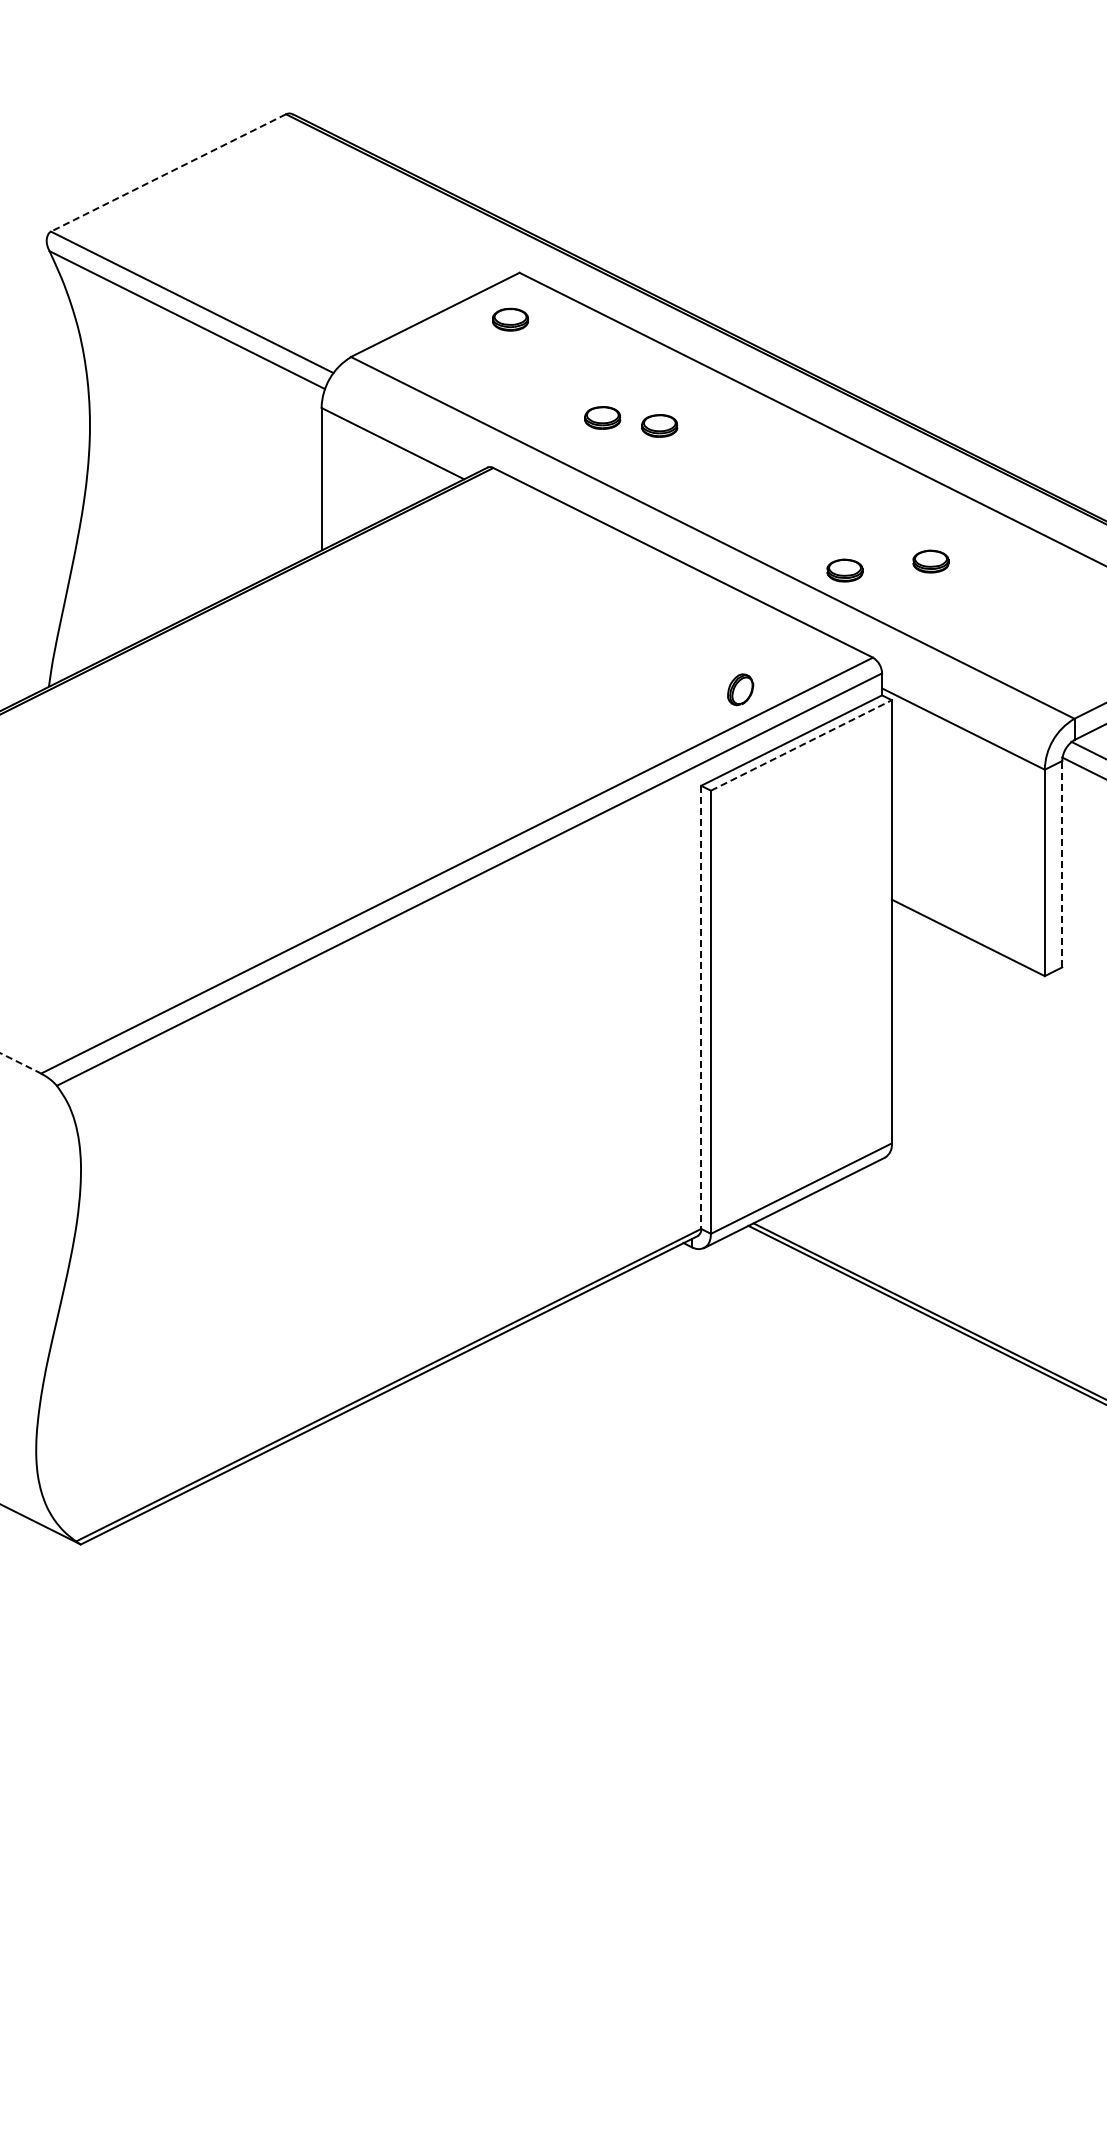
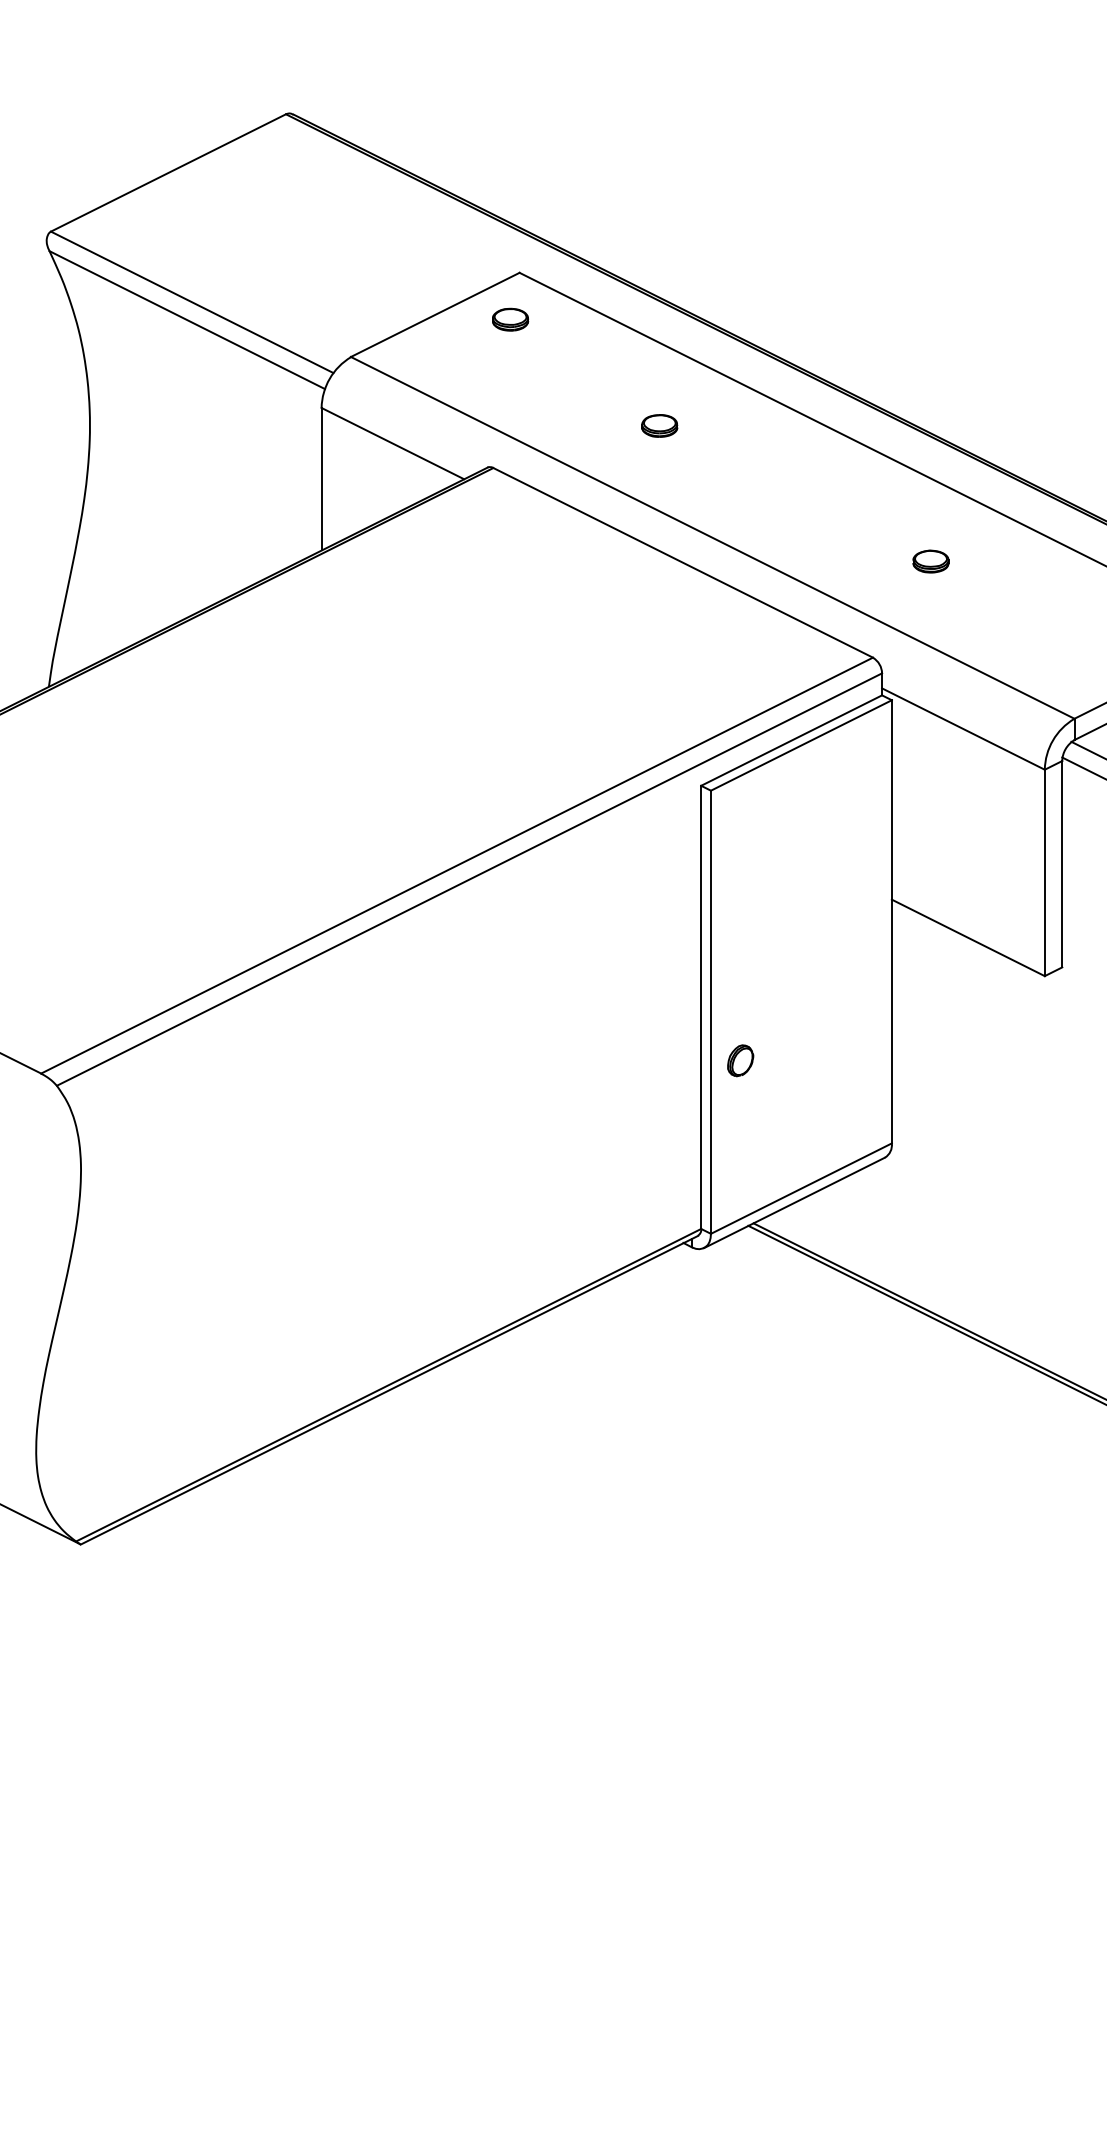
line at (168, 173): dashed -> solid
part at (602, 417): present -> none
part at (844, 570): present -> none
part at (740, 689) position: (740, 689) -> (740, 1060)
line at (801, 745): dashed -> solid
line at (1062, 863): dashed -> solid
line at (701, 1007): dashed -> solid
line at (20, 1063): dashed -> solid
